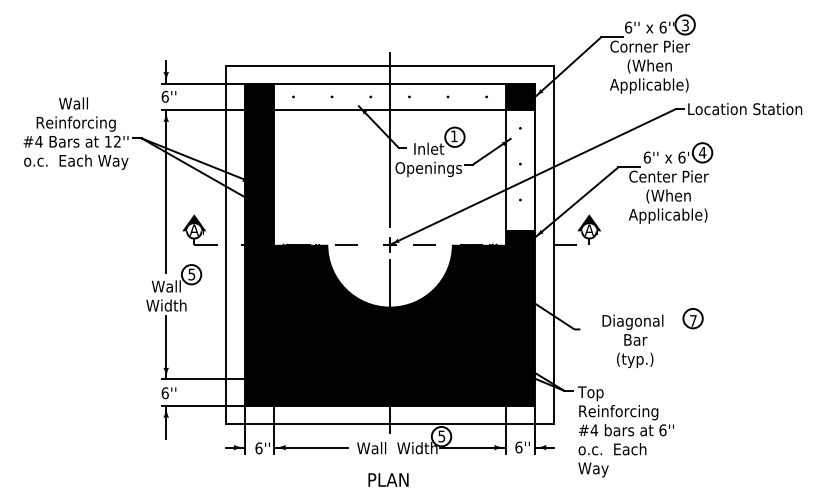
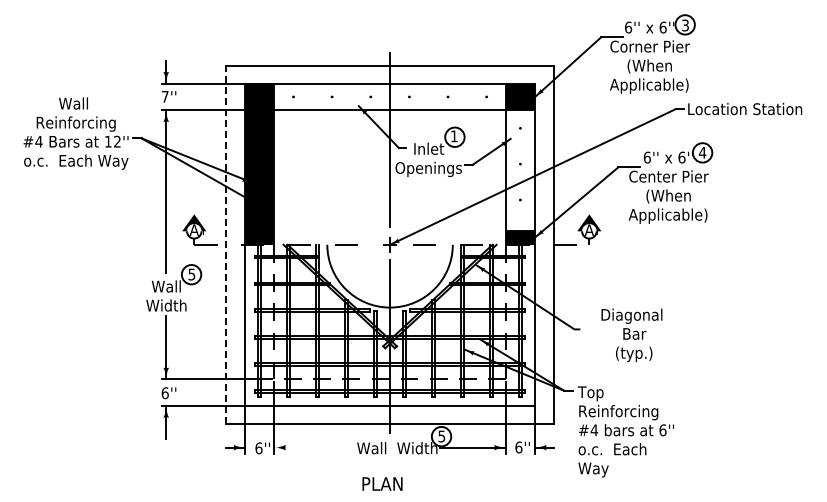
text at (164, 96): 6'' -> 7''
line at (225, 244): solid -> dashed
part at (692, 318): present -> none
fill at (389, 325): present -> none
text at (632, 341) position: (632, 341) -> (631, 335)
line at (310, 447): present -> none
text at (388, 479) position: (388, 479) -> (382, 483)
